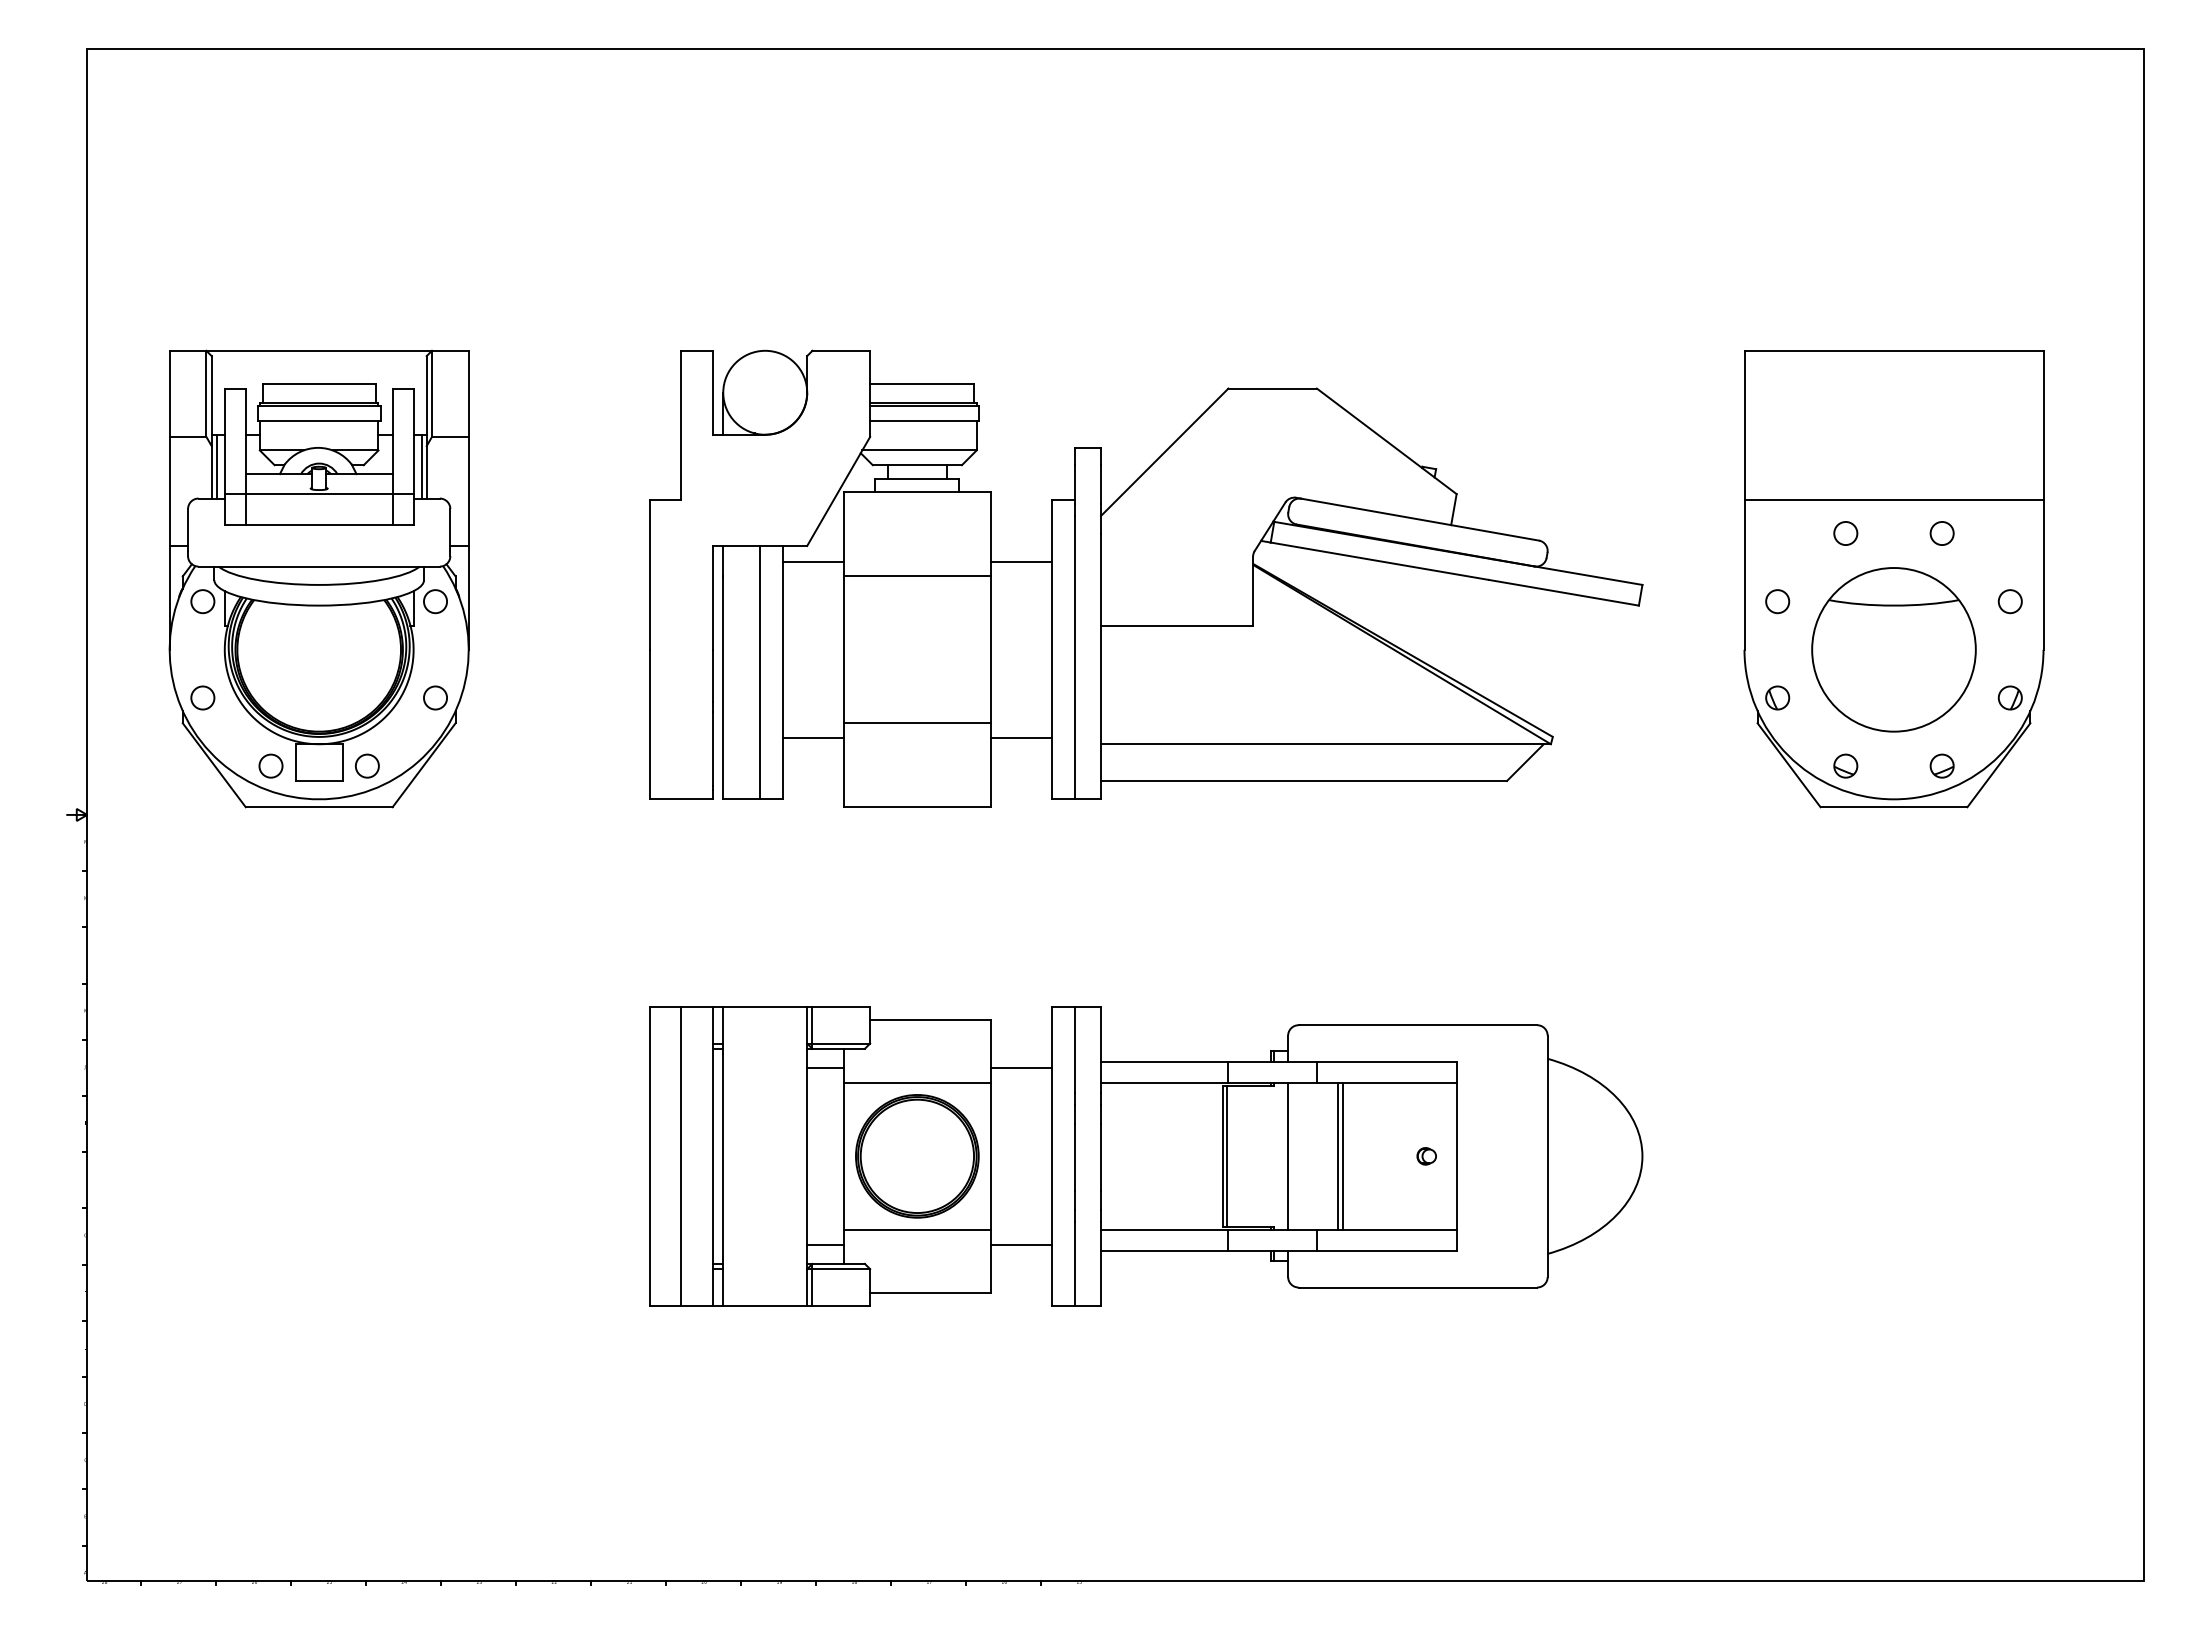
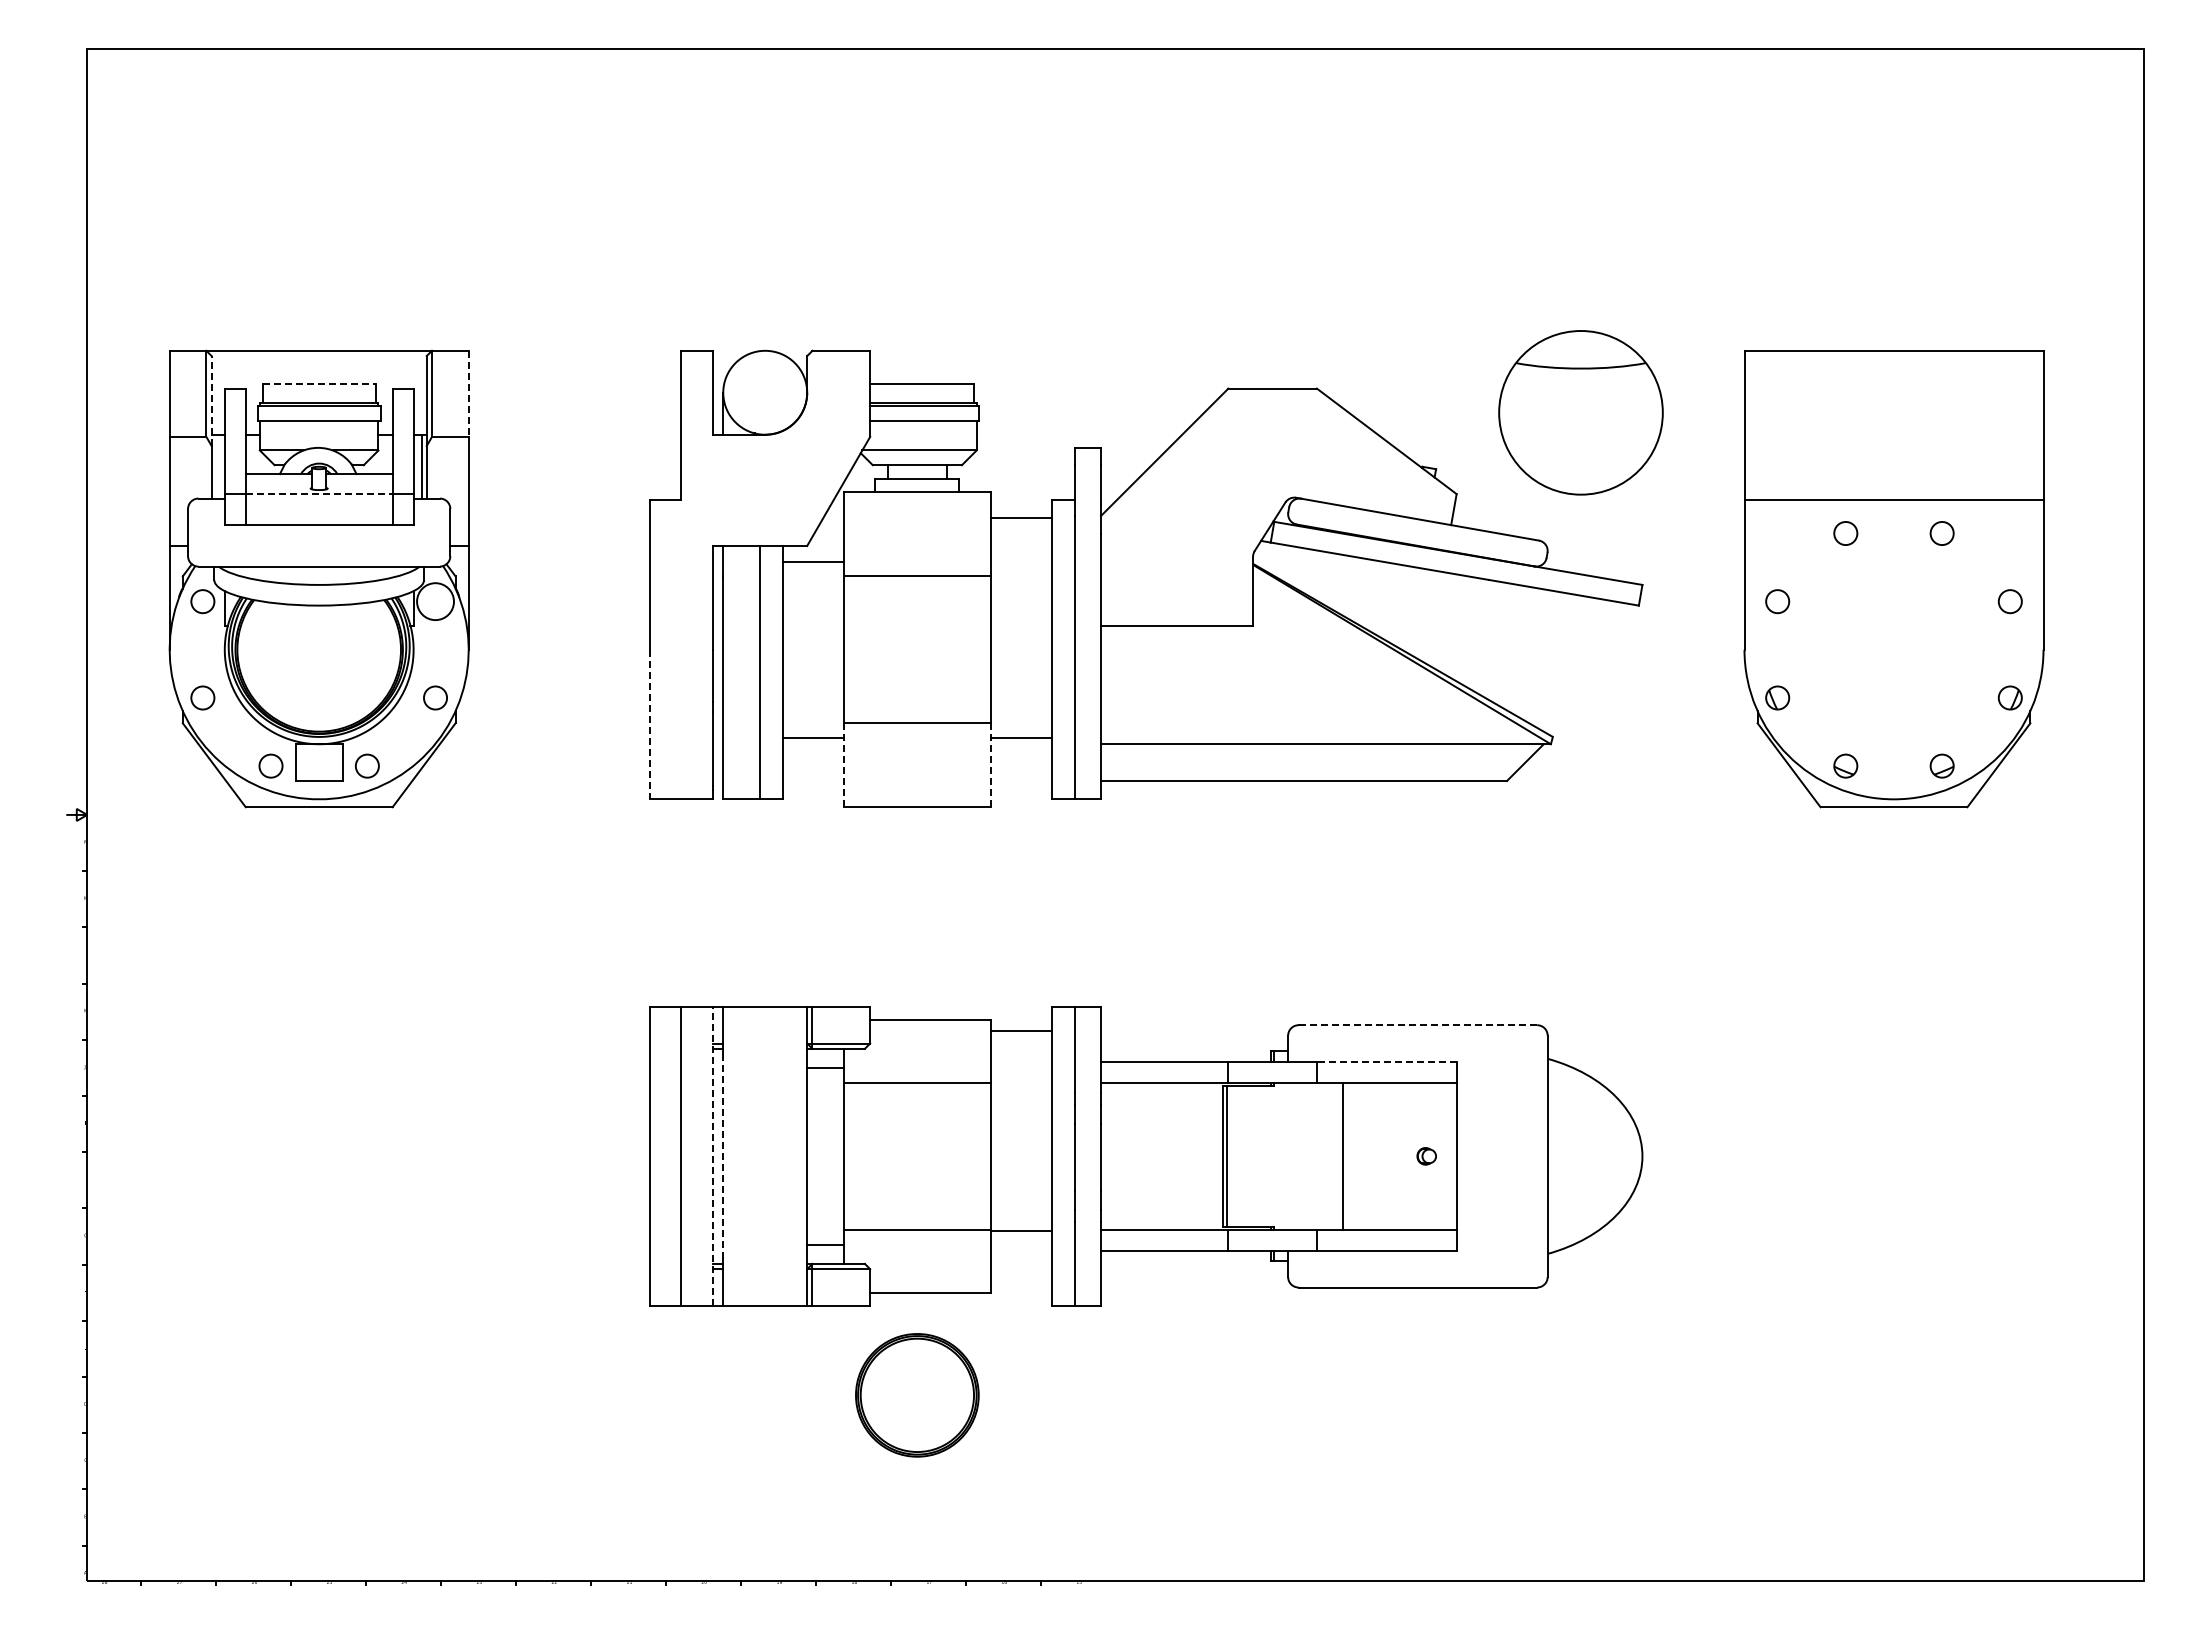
line at (319, 384): solid -> dashed
line at (468, 394): solid -> dashed
line at (211, 401): solid -> dashed
line at (216, 466): present -> none
line at (319, 494): solid -> dashed
line at (1020, 561) position: (1020, 561) -> (1020, 517)
circle at (435, 601) diameter: 23 px -> 37 px
part at (1893, 649) position: (1893, 649) -> (1580, 412)
line at (649, 724): solid -> dashed
line at (843, 765): solid -> dashed
line at (990, 765): solid -> dashed
line at (1418, 1025): solid -> dashed
line at (1386, 1061): solid -> dashed
line at (1020, 1068) position: (1020, 1068) -> (1020, 1031)
line at (723, 1155): solid -> dashed
line at (1288, 1155): present -> none
line at (1337, 1155): present -> none
line at (712, 1156): solid -> dashed
part at (917, 1156) position: (917, 1156) -> (917, 1395)
line at (1020, 1244) position: (1020, 1244) -> (1020, 1230)
